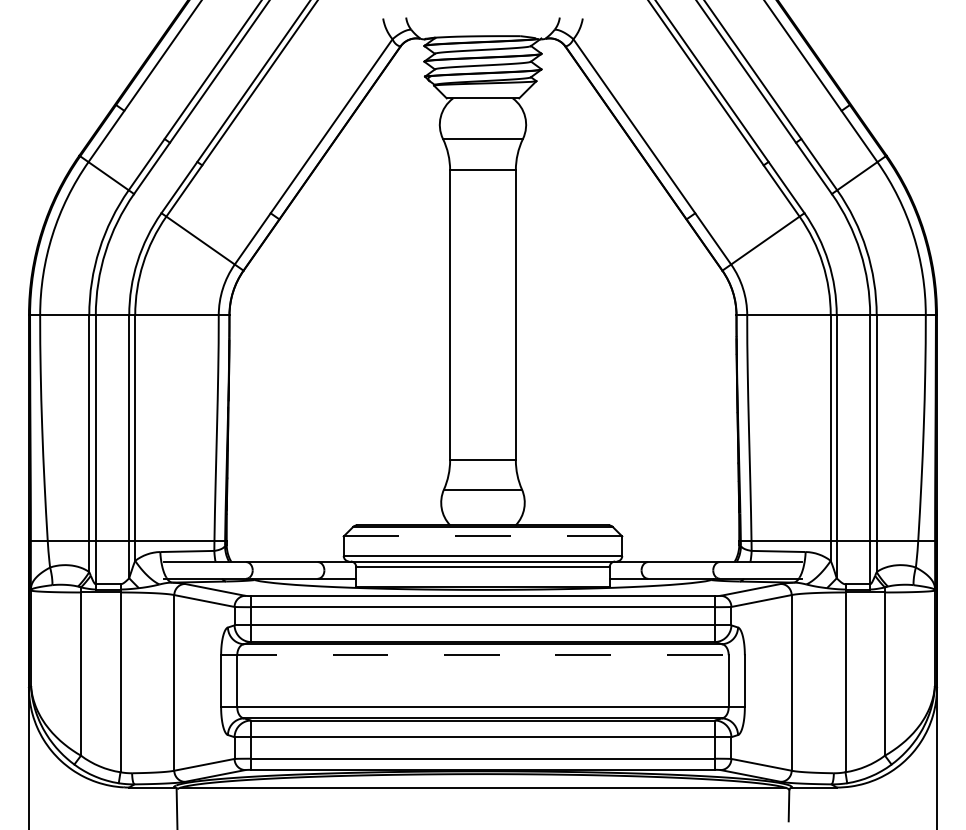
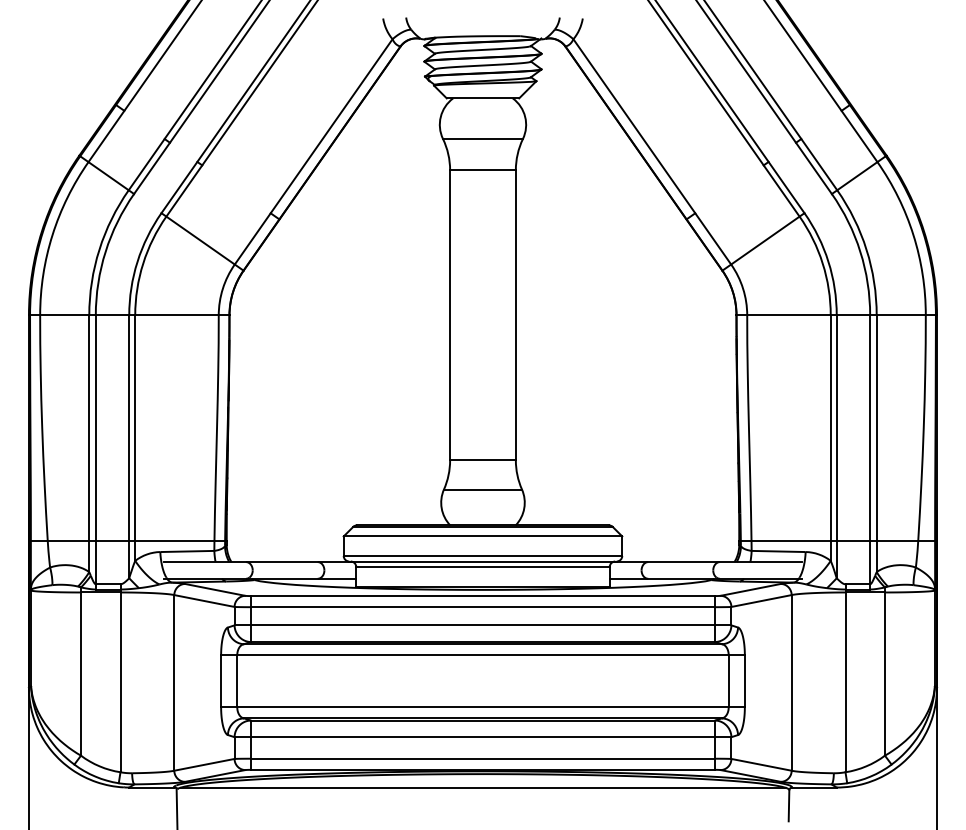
line at (483, 536): dashed -> solid
line at (482, 655): dashed -> solid
